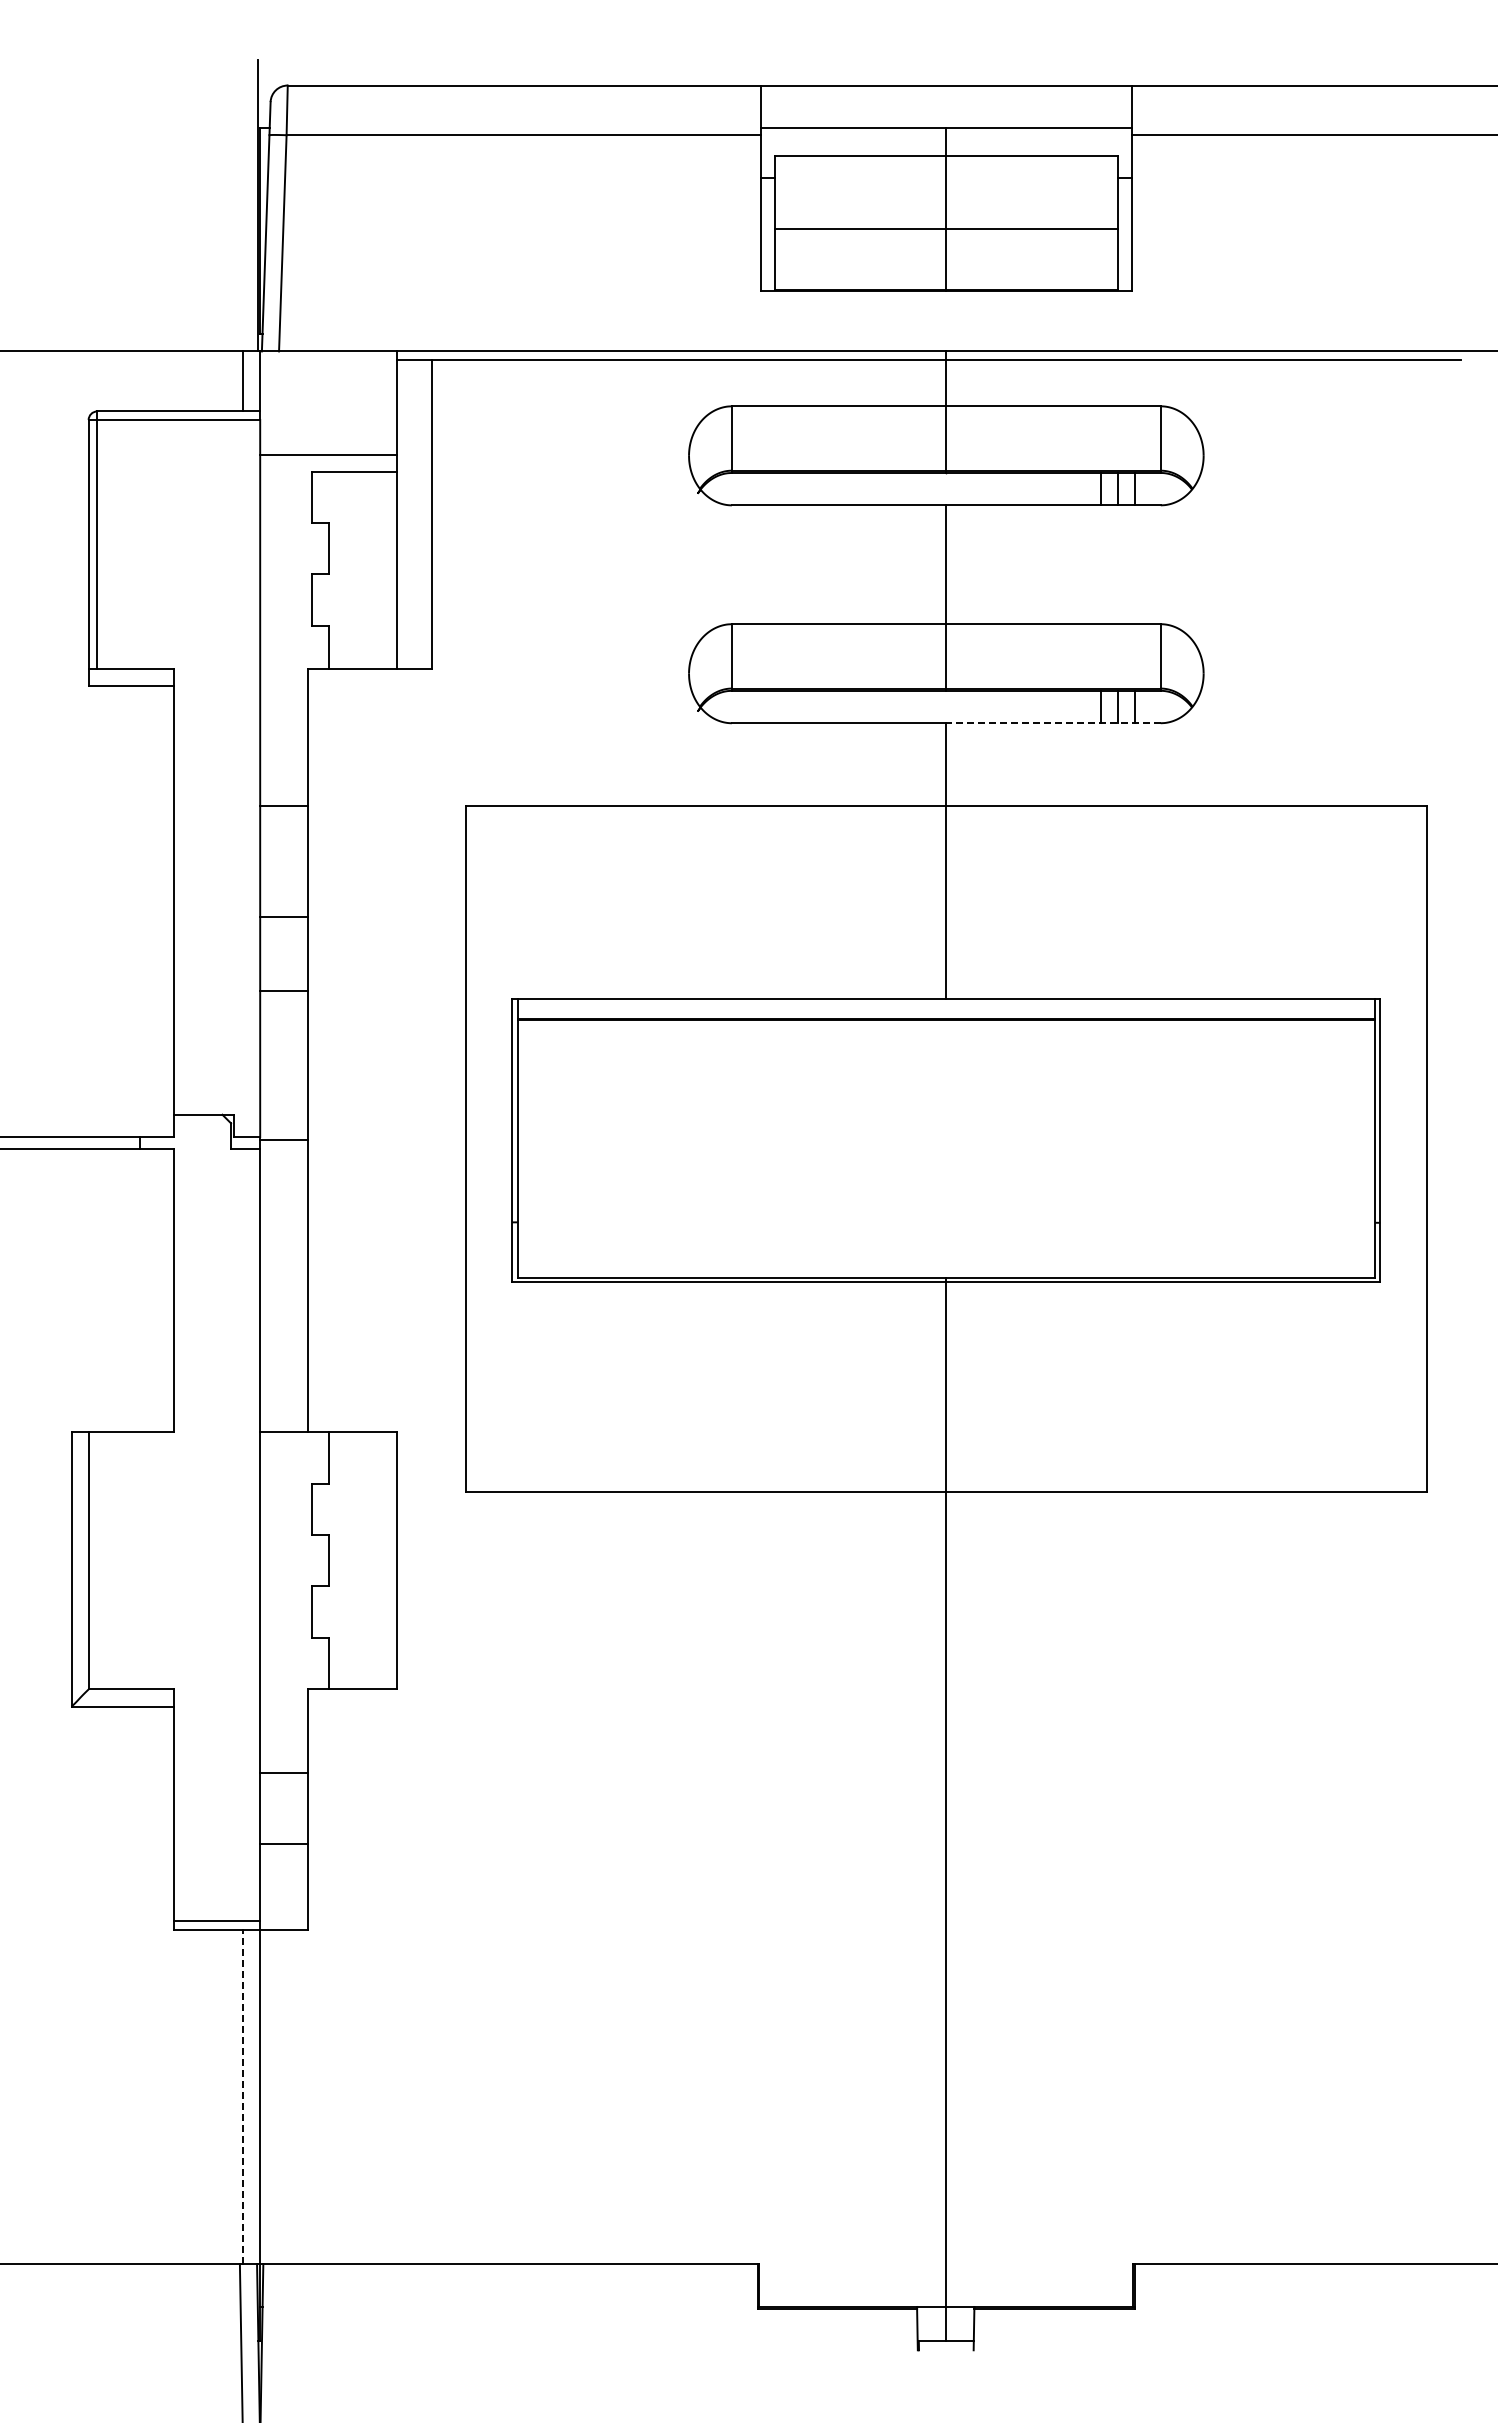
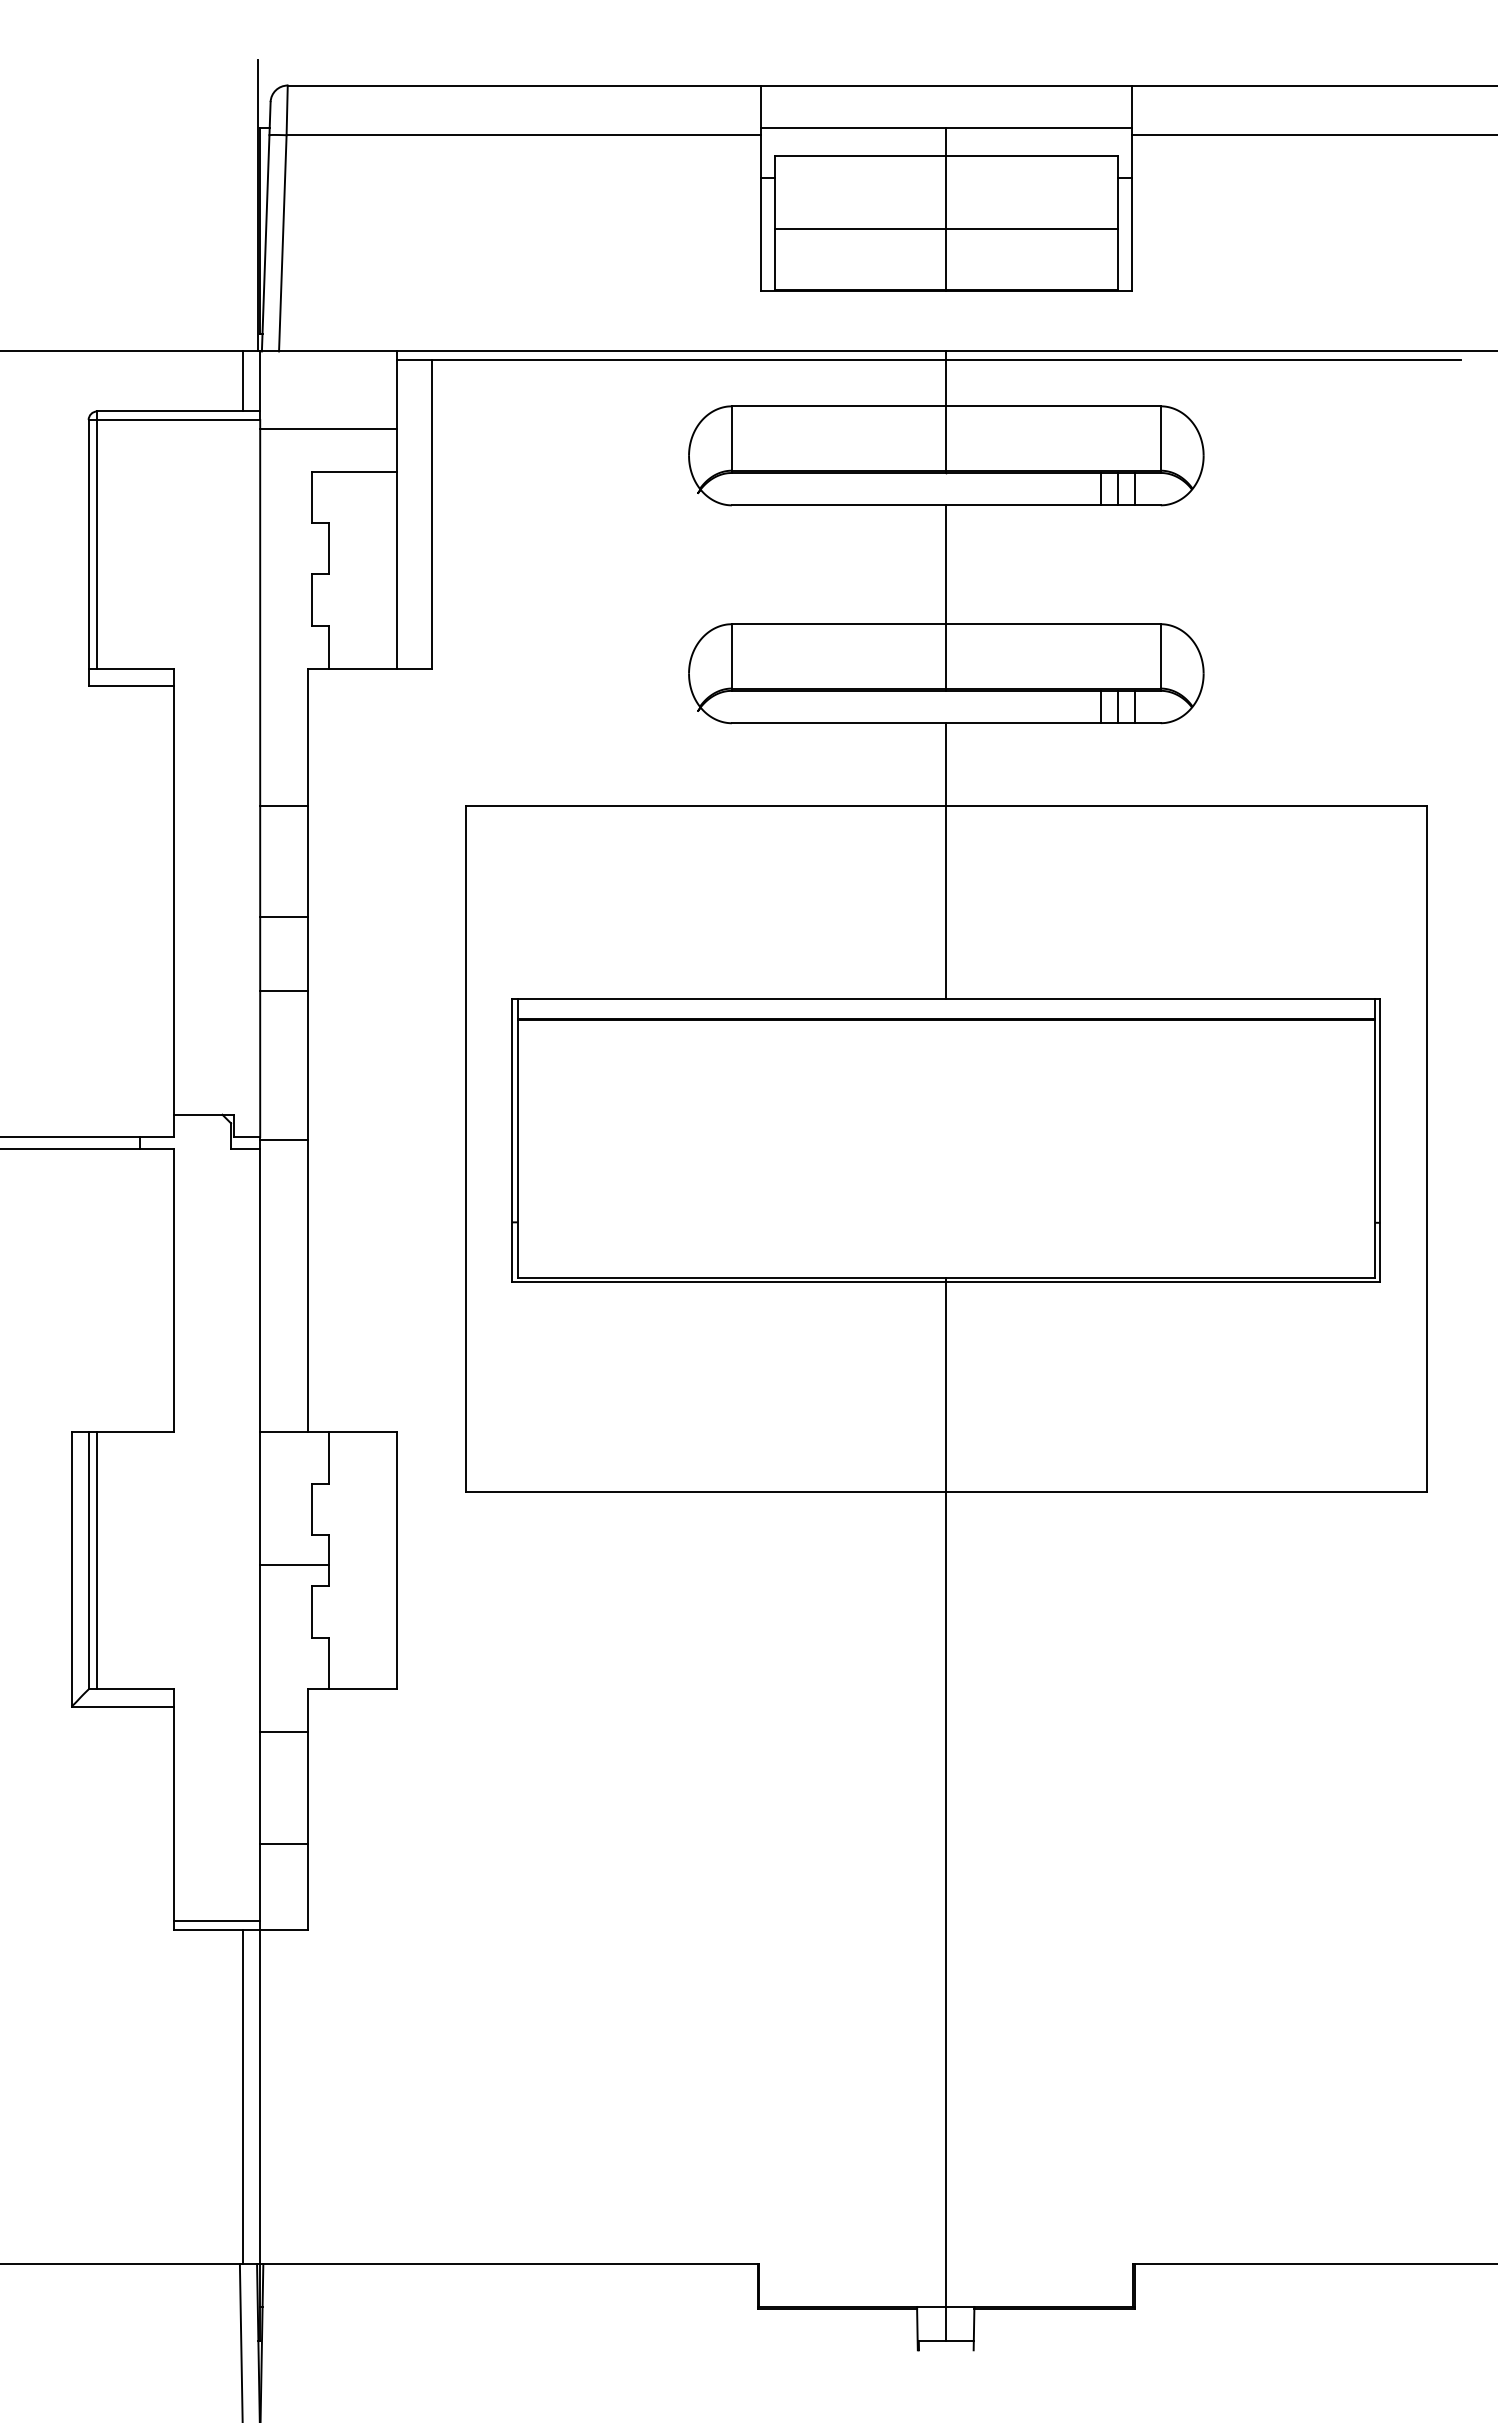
line at (328, 454) position: (328, 454) -> (328, 428)
line at (1053, 723): dashed -> solid
line at (97, 1560): none -> present
line at (294, 1564): none -> present
line at (284, 1773) position: (284, 1773) -> (284, 1732)
line at (243, 2096): dashed -> solid
